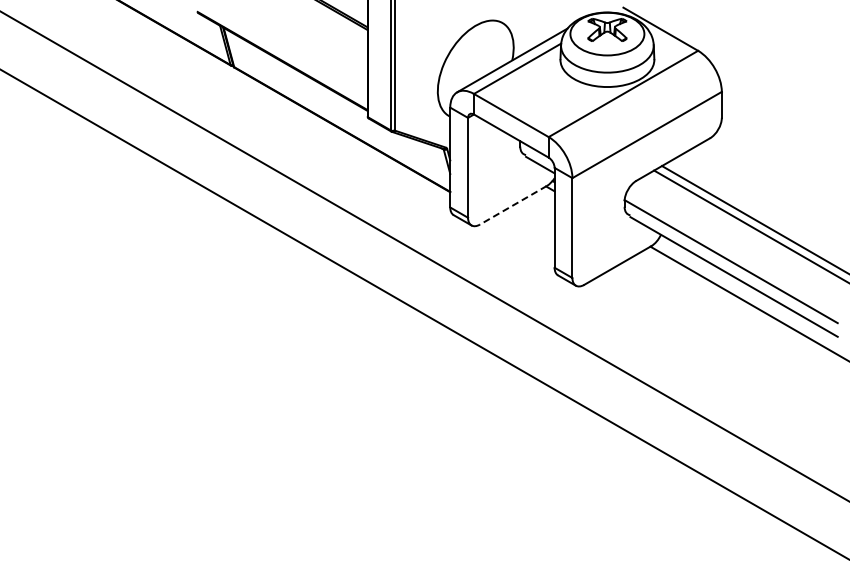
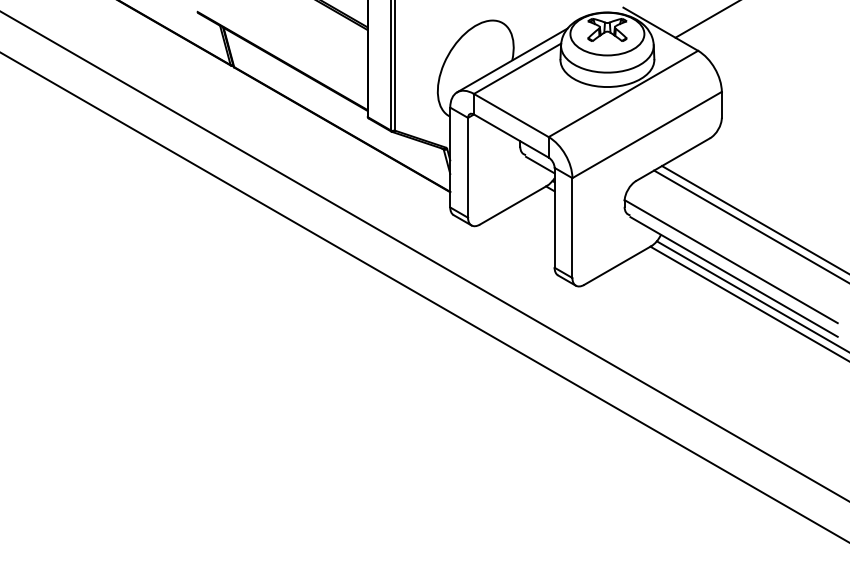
line at (706, 19): none -> present
line at (513, 205): dashed -> solid
line at (751, 295): none -> present
line at (423, 313) position: (423, 313) -> (424, 297)
